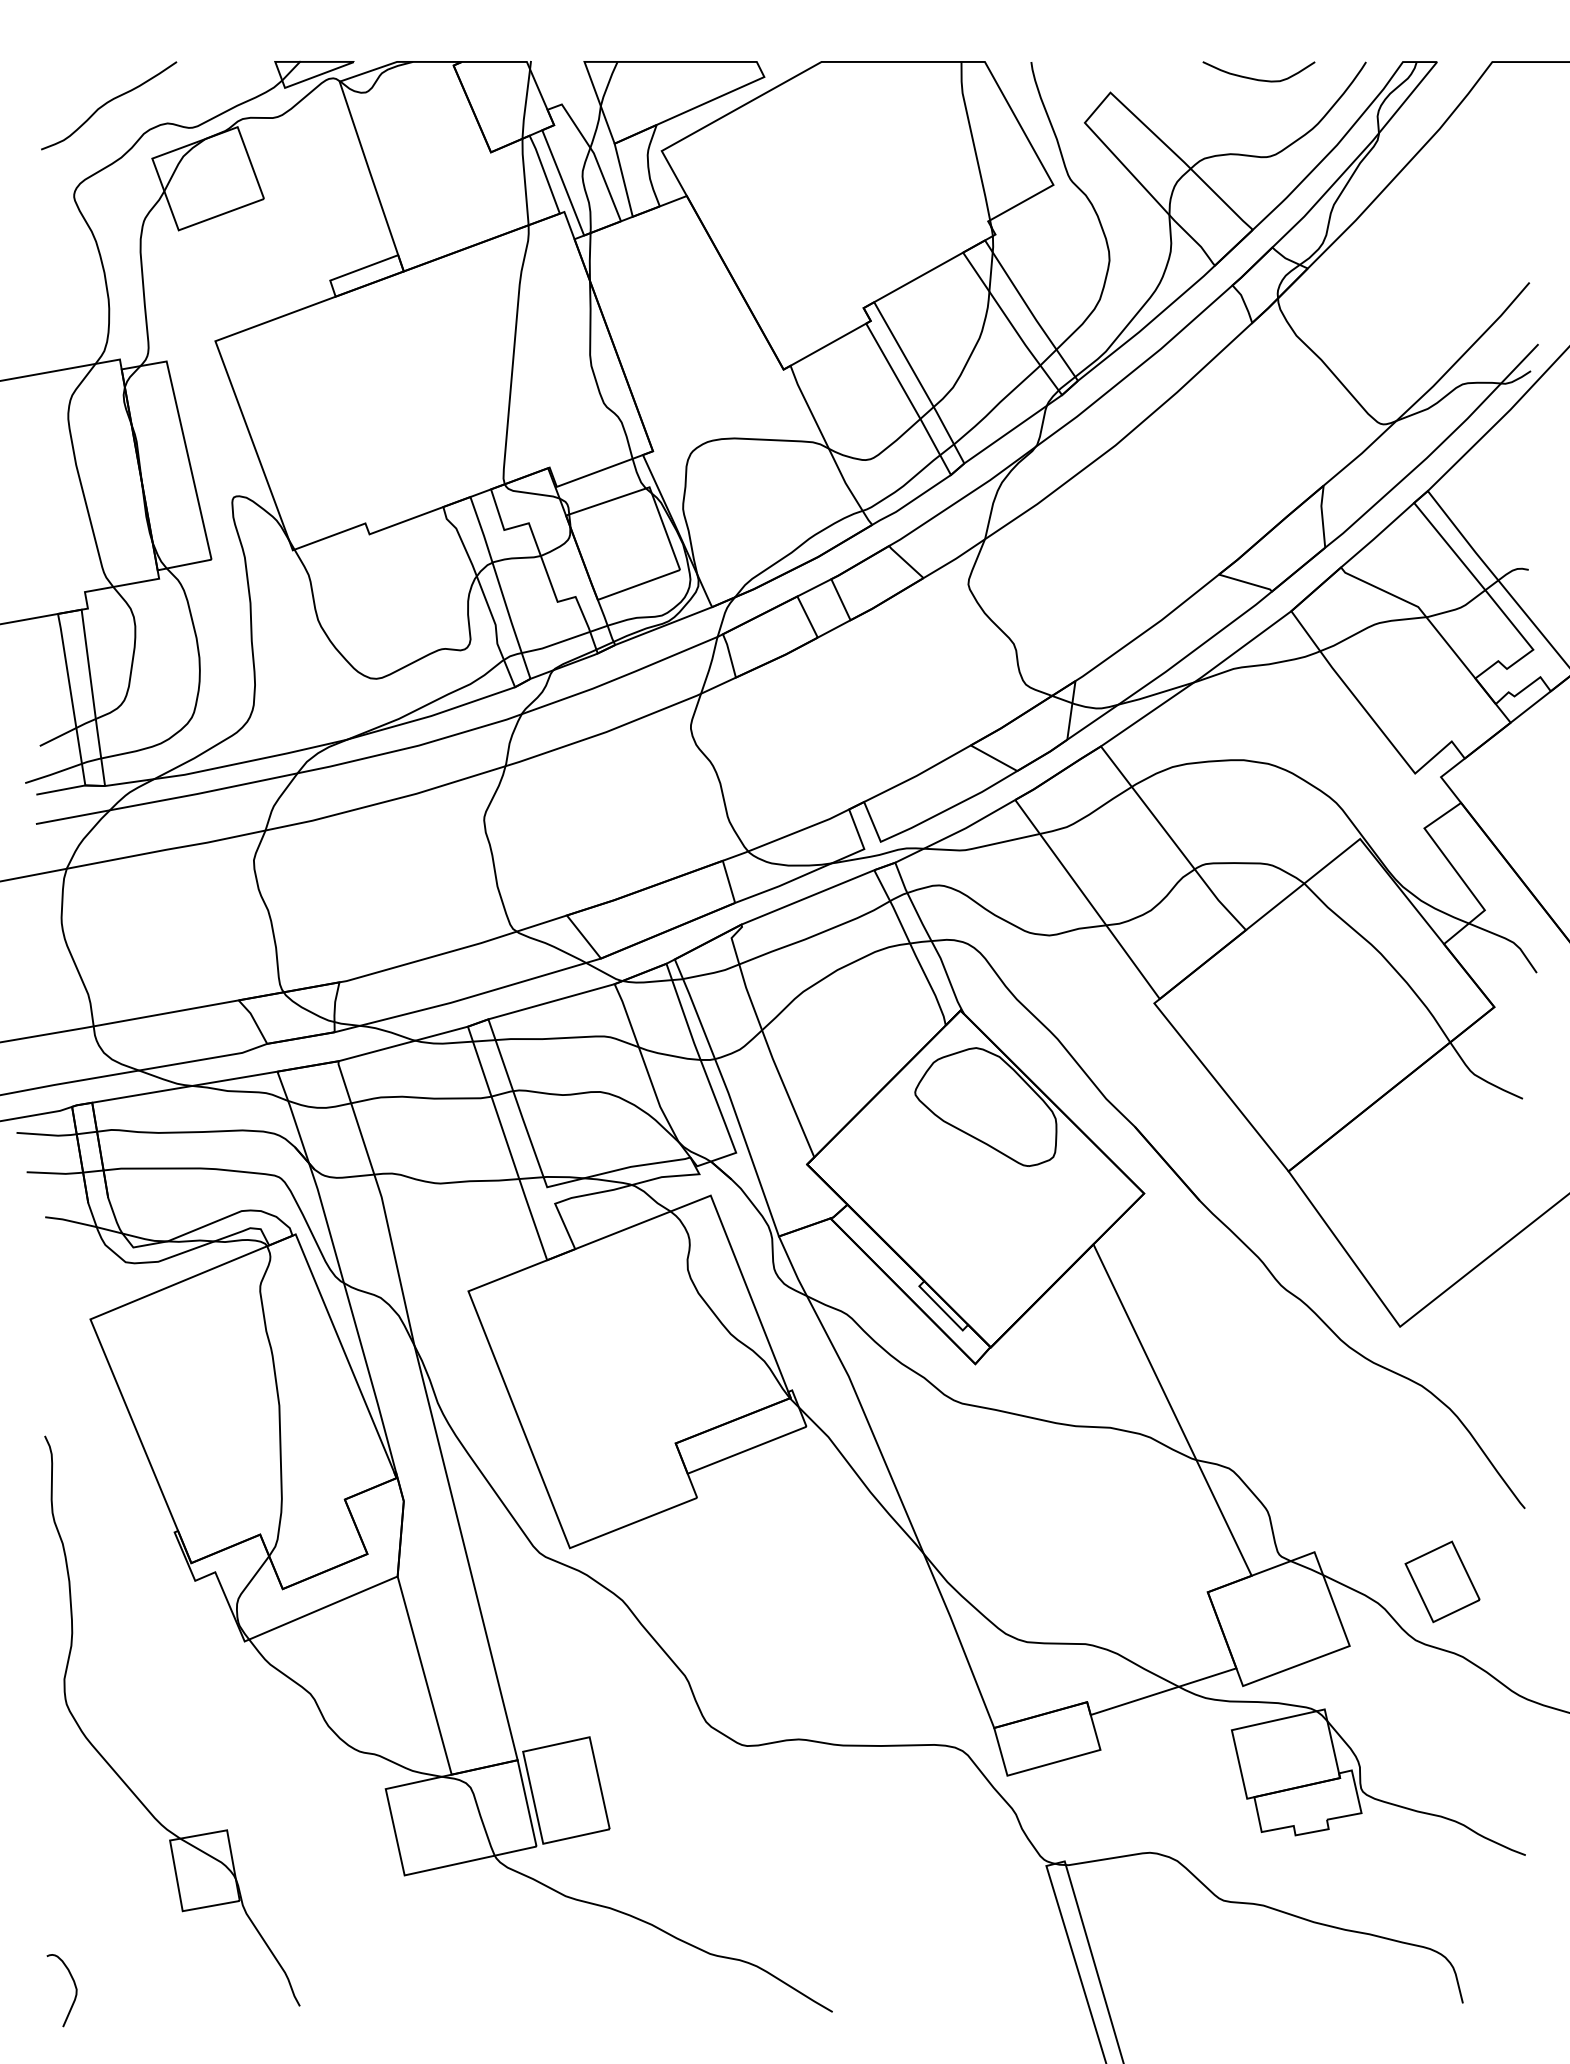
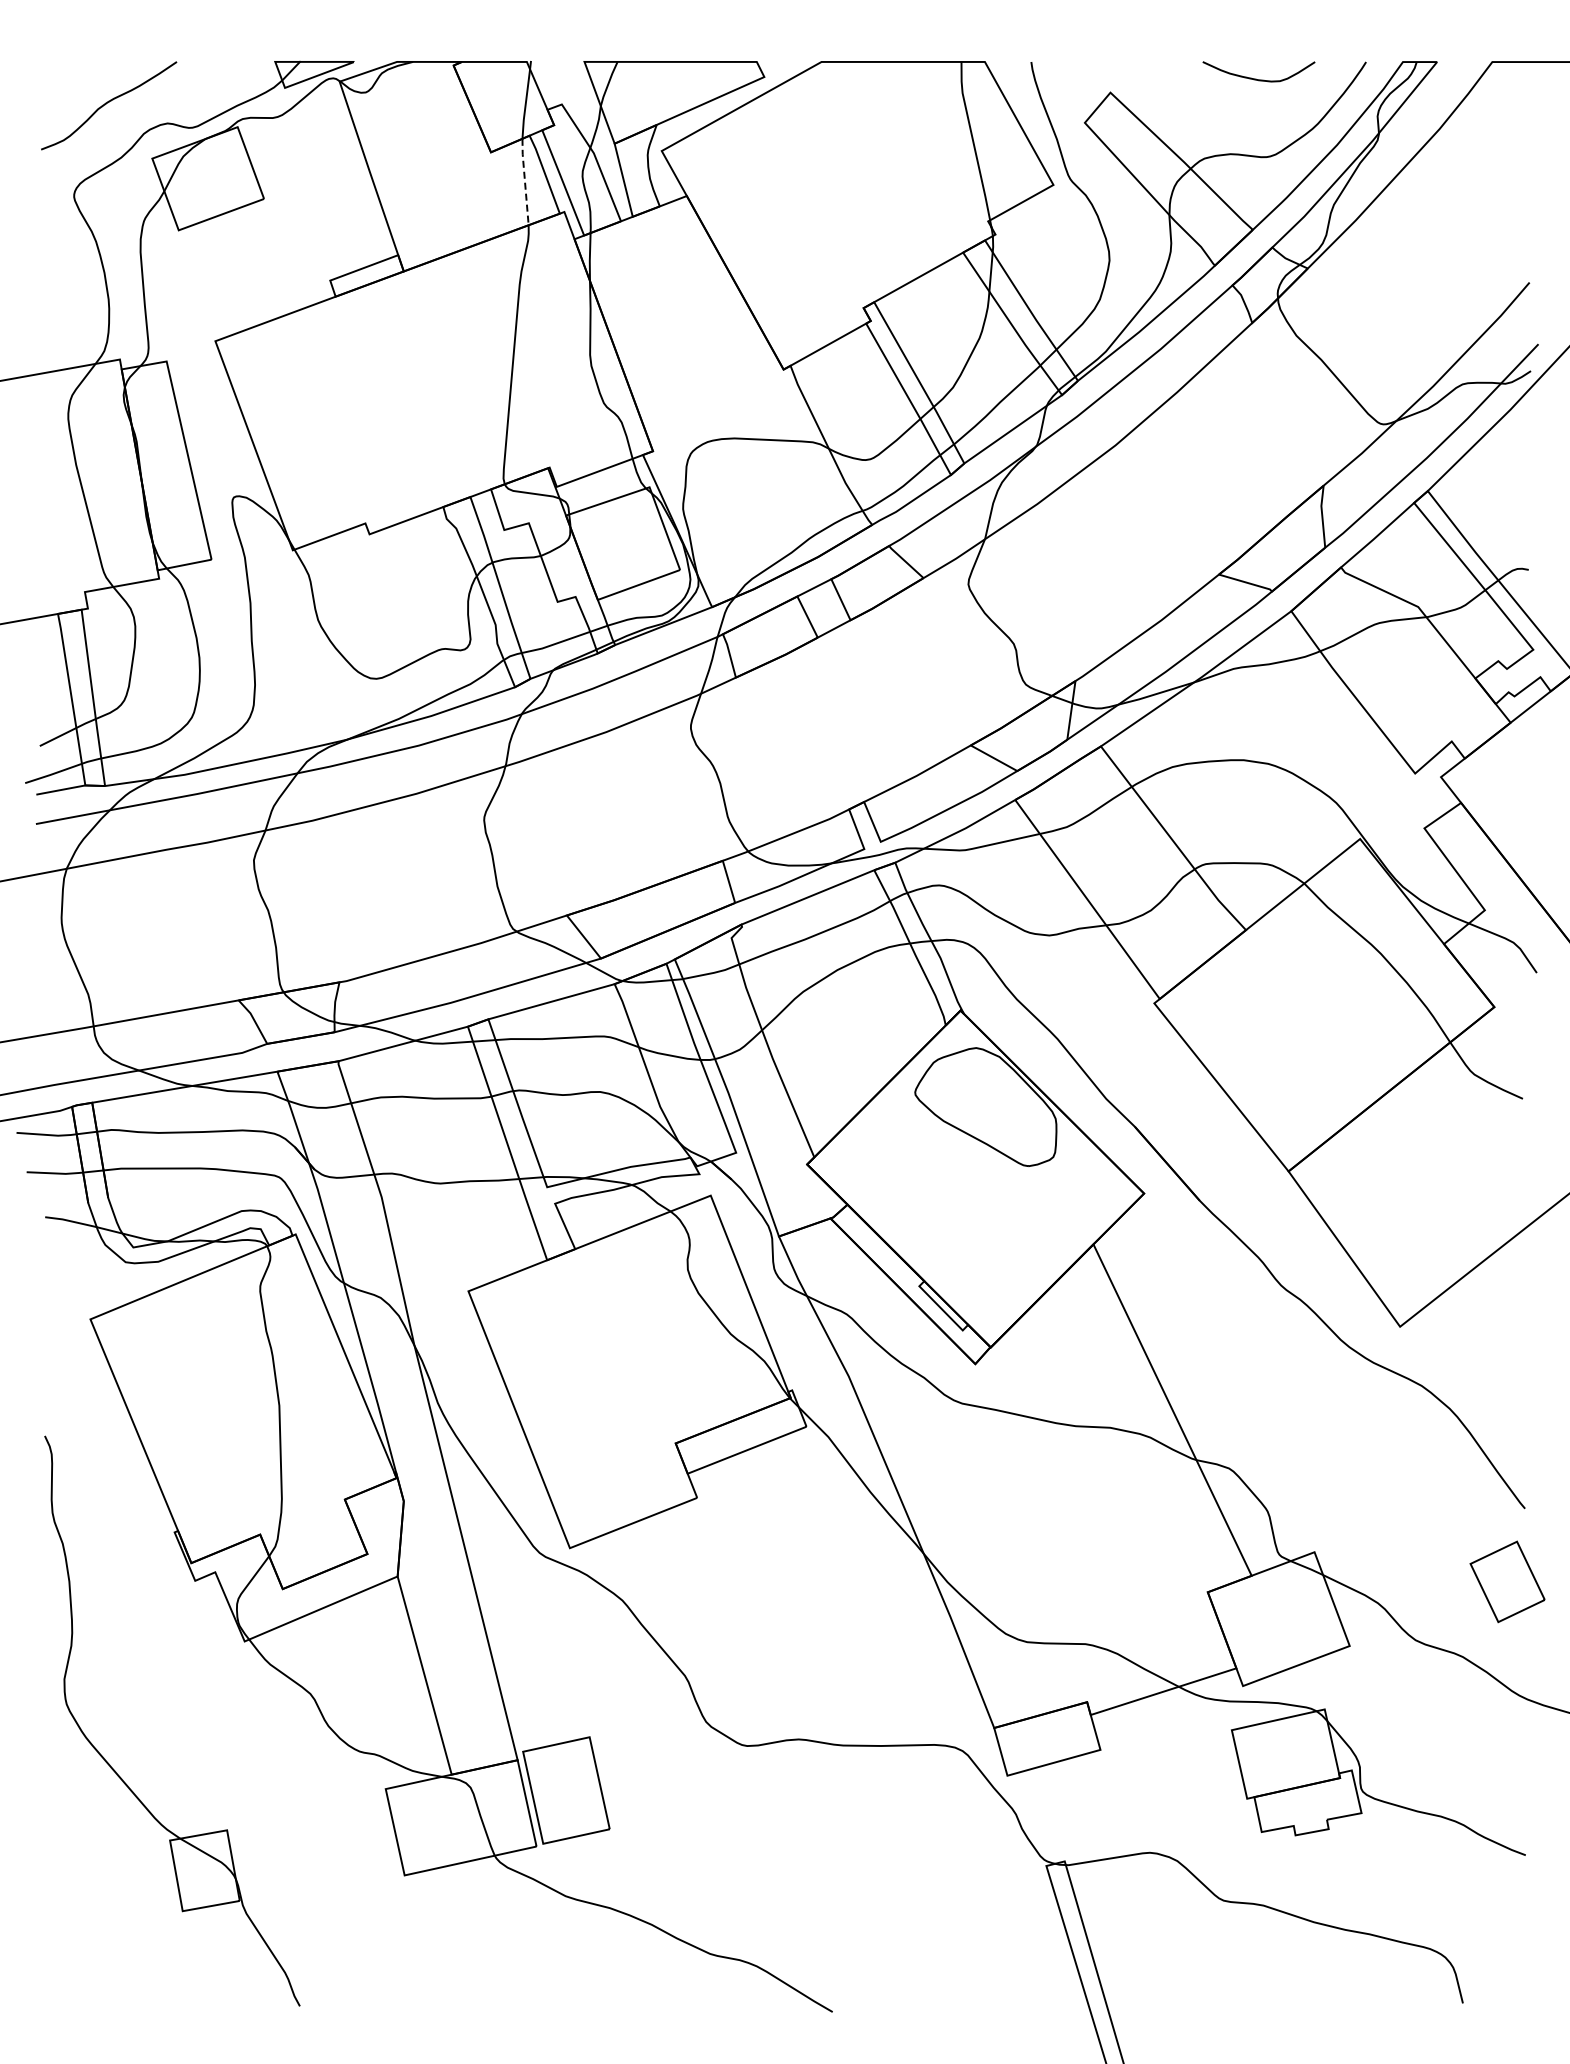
line at (525, 181): solid -> dashed
part at (1442, 1581) position: (1442, 1581) -> (1507, 1581)
curve at (74, 1986): present -> none
